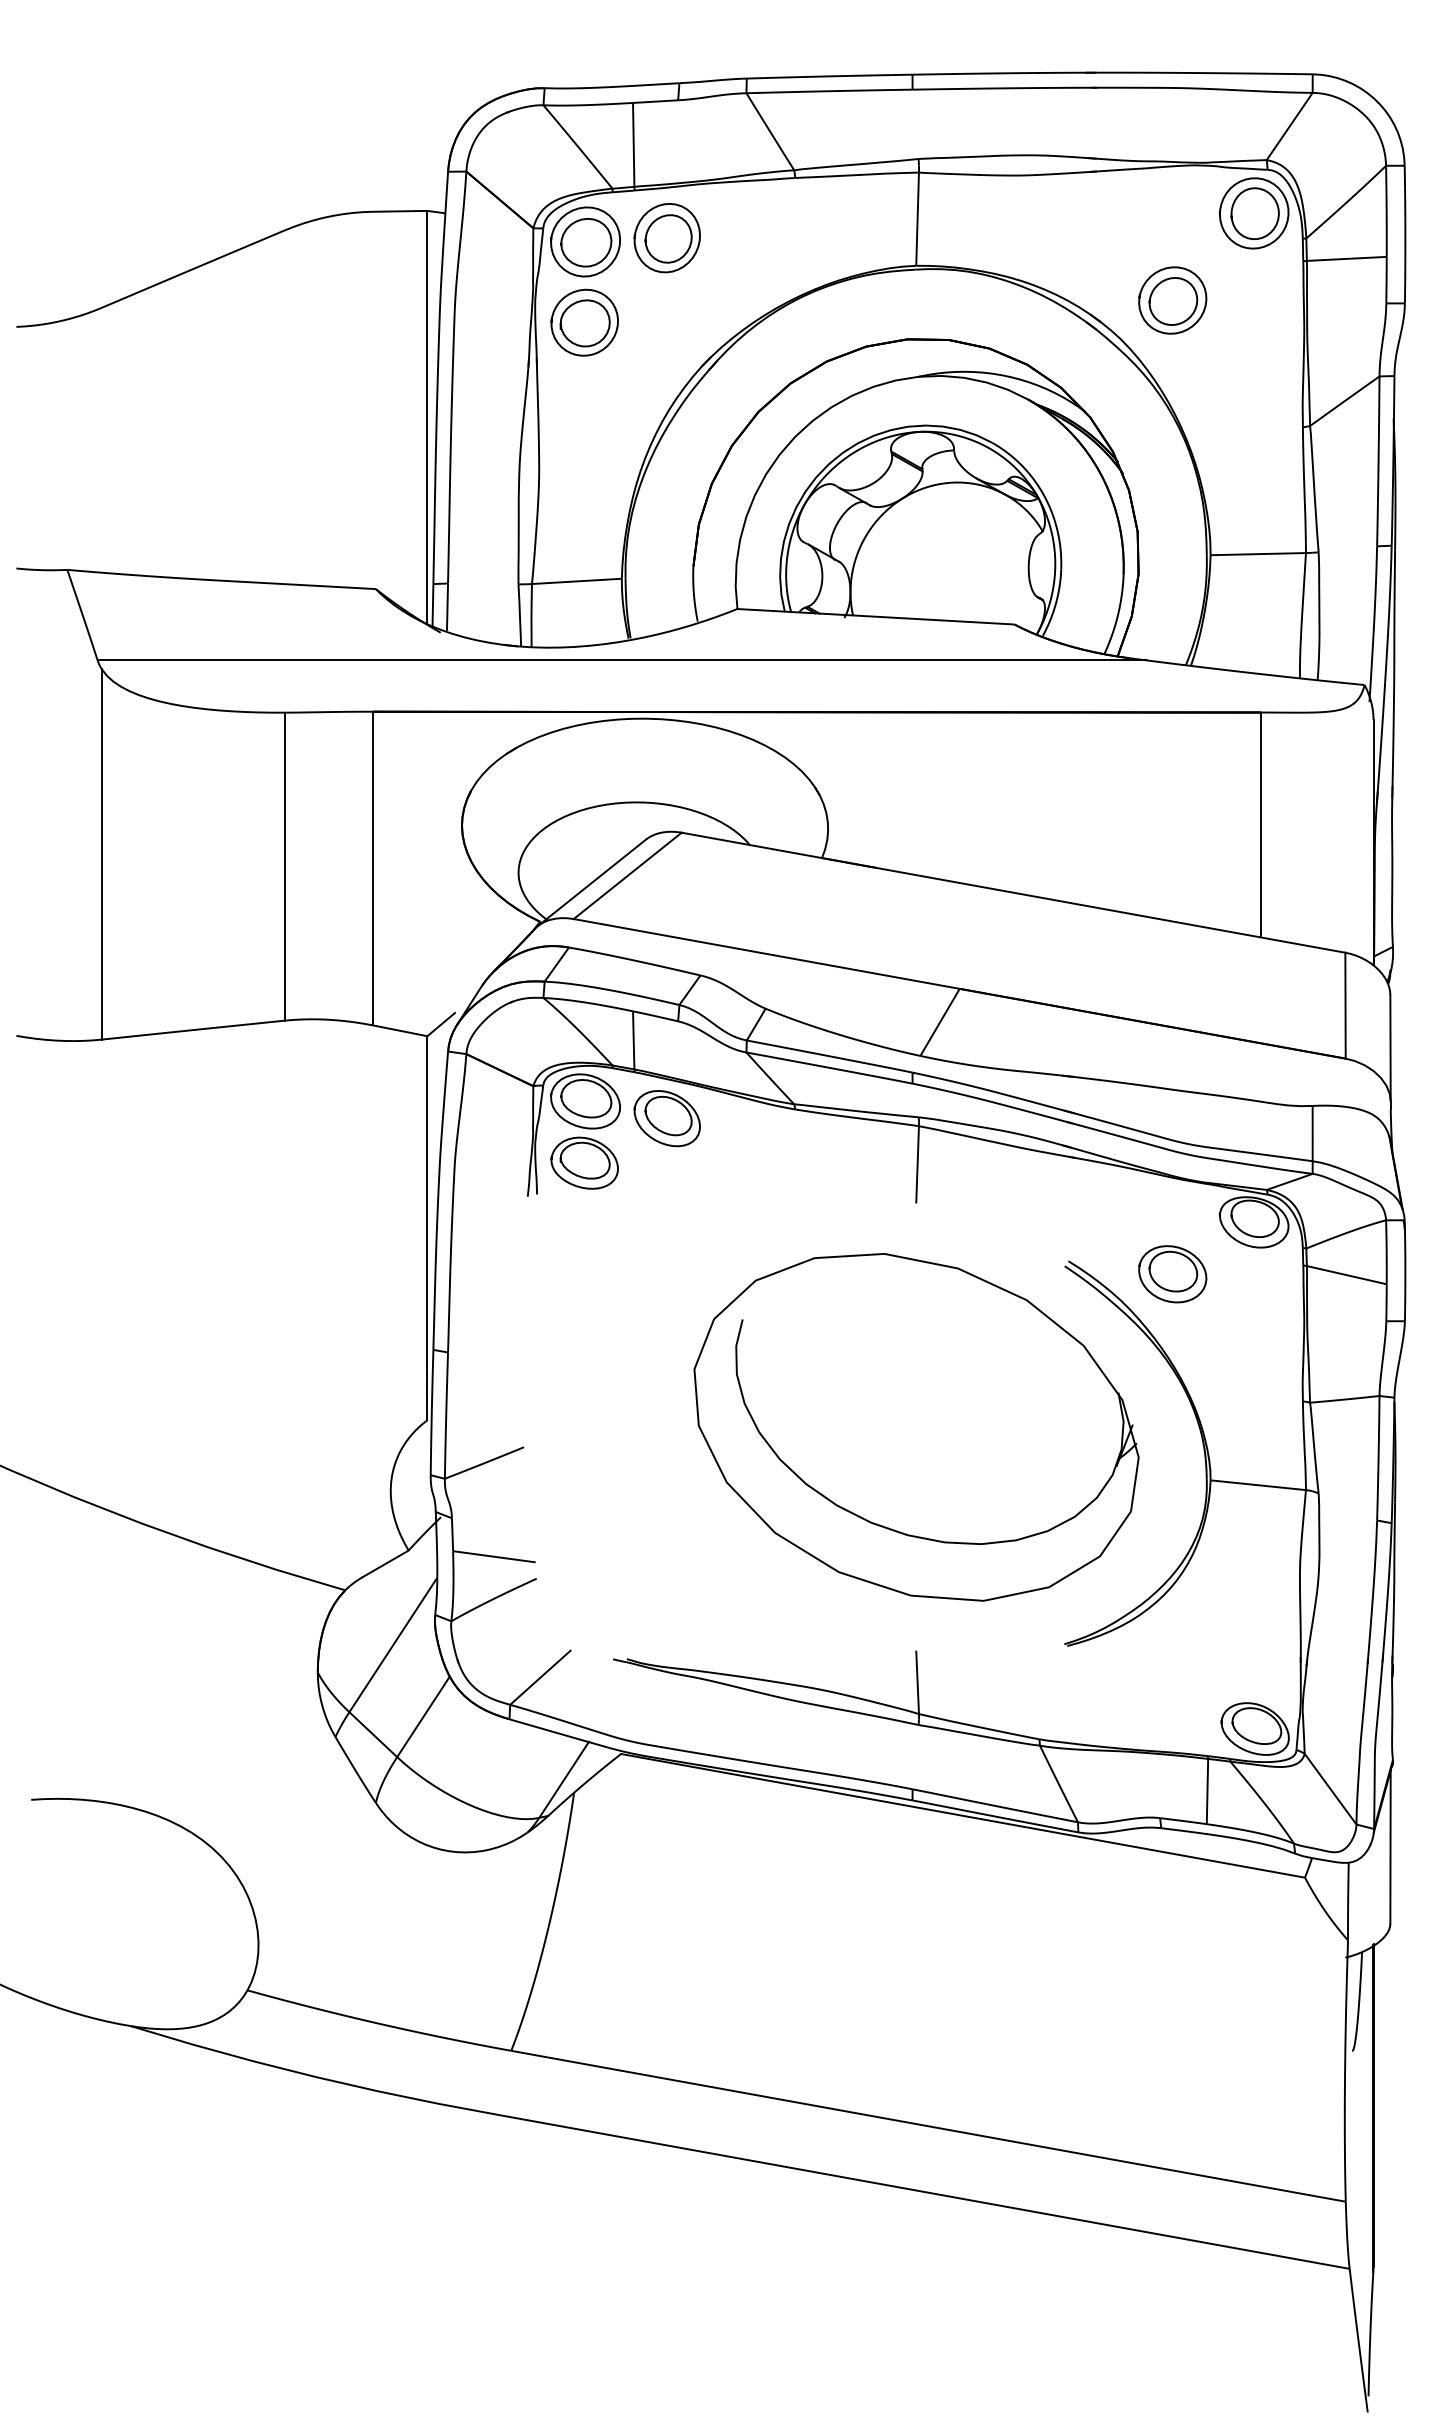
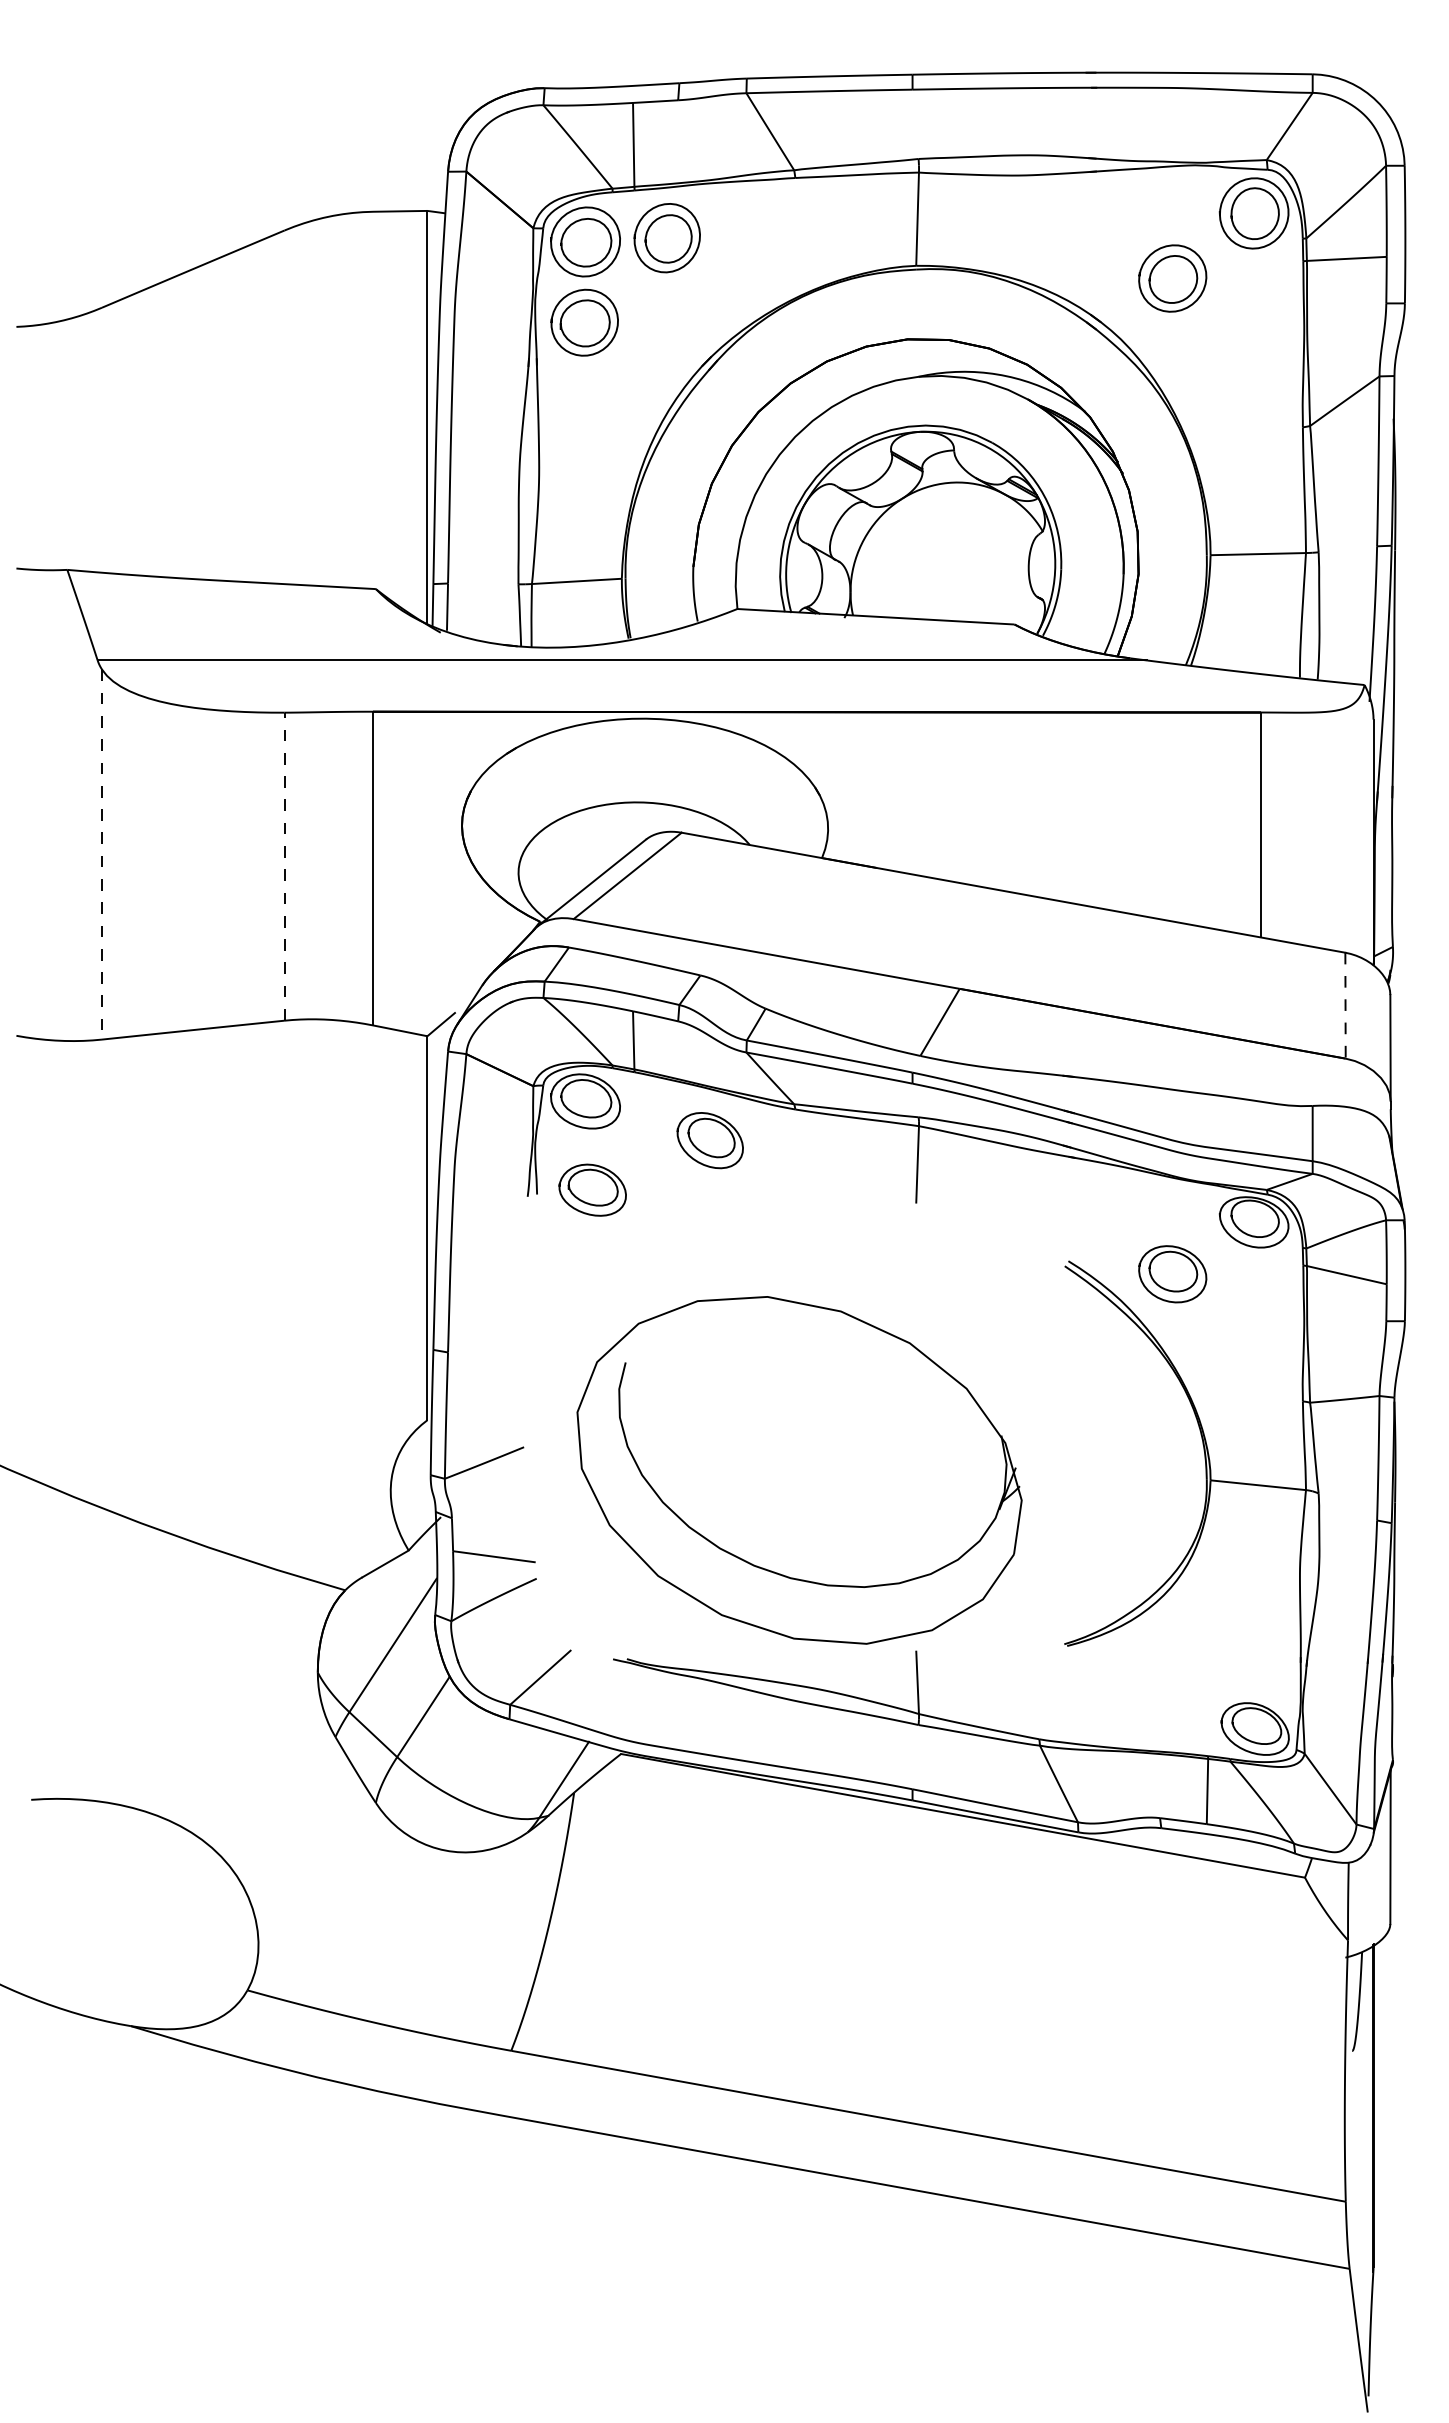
part at (1172, 300) position: (1172, 300) -> (1172, 278)
line at (101, 855): solid -> dashed
line at (284, 866): solid -> dashed
line at (1345, 1005): solid -> dashed
part at (666, 1118) position: (666, 1118) -> (709, 1140)
part at (584, 1162) position: (584, 1162) -> (592, 1189)
part at (916, 1427) position: (916, 1427) -> (799, 1470)
